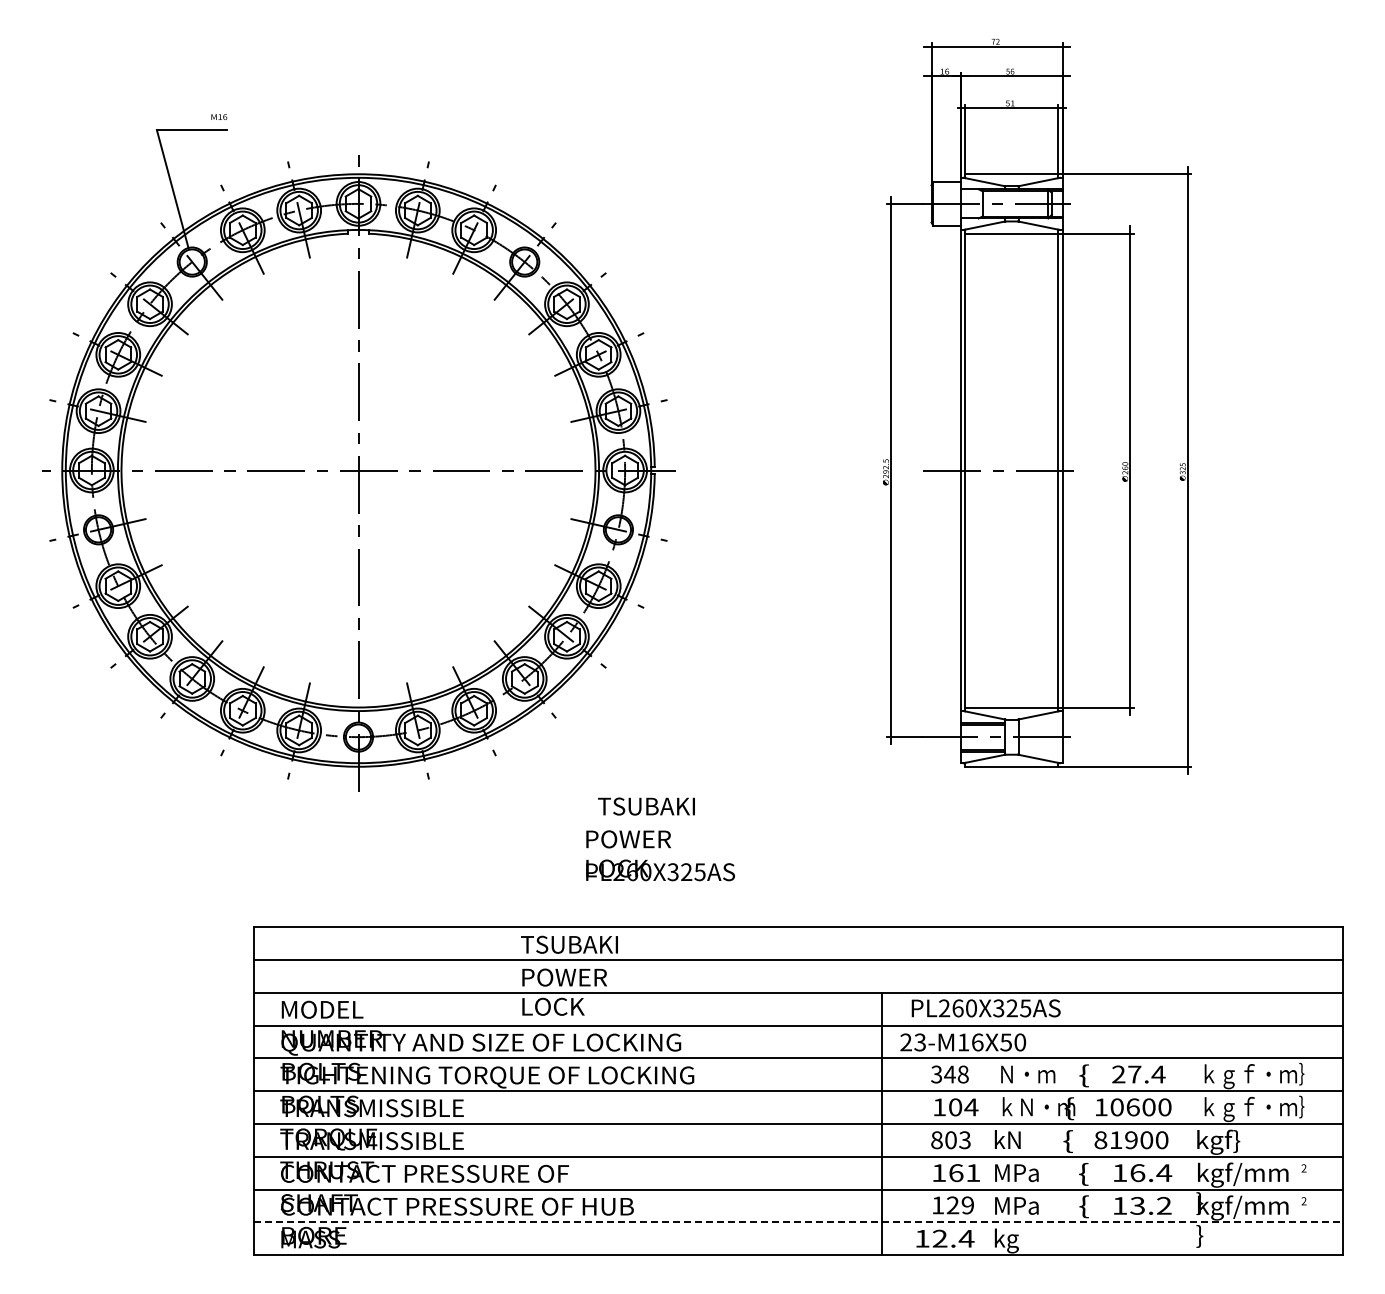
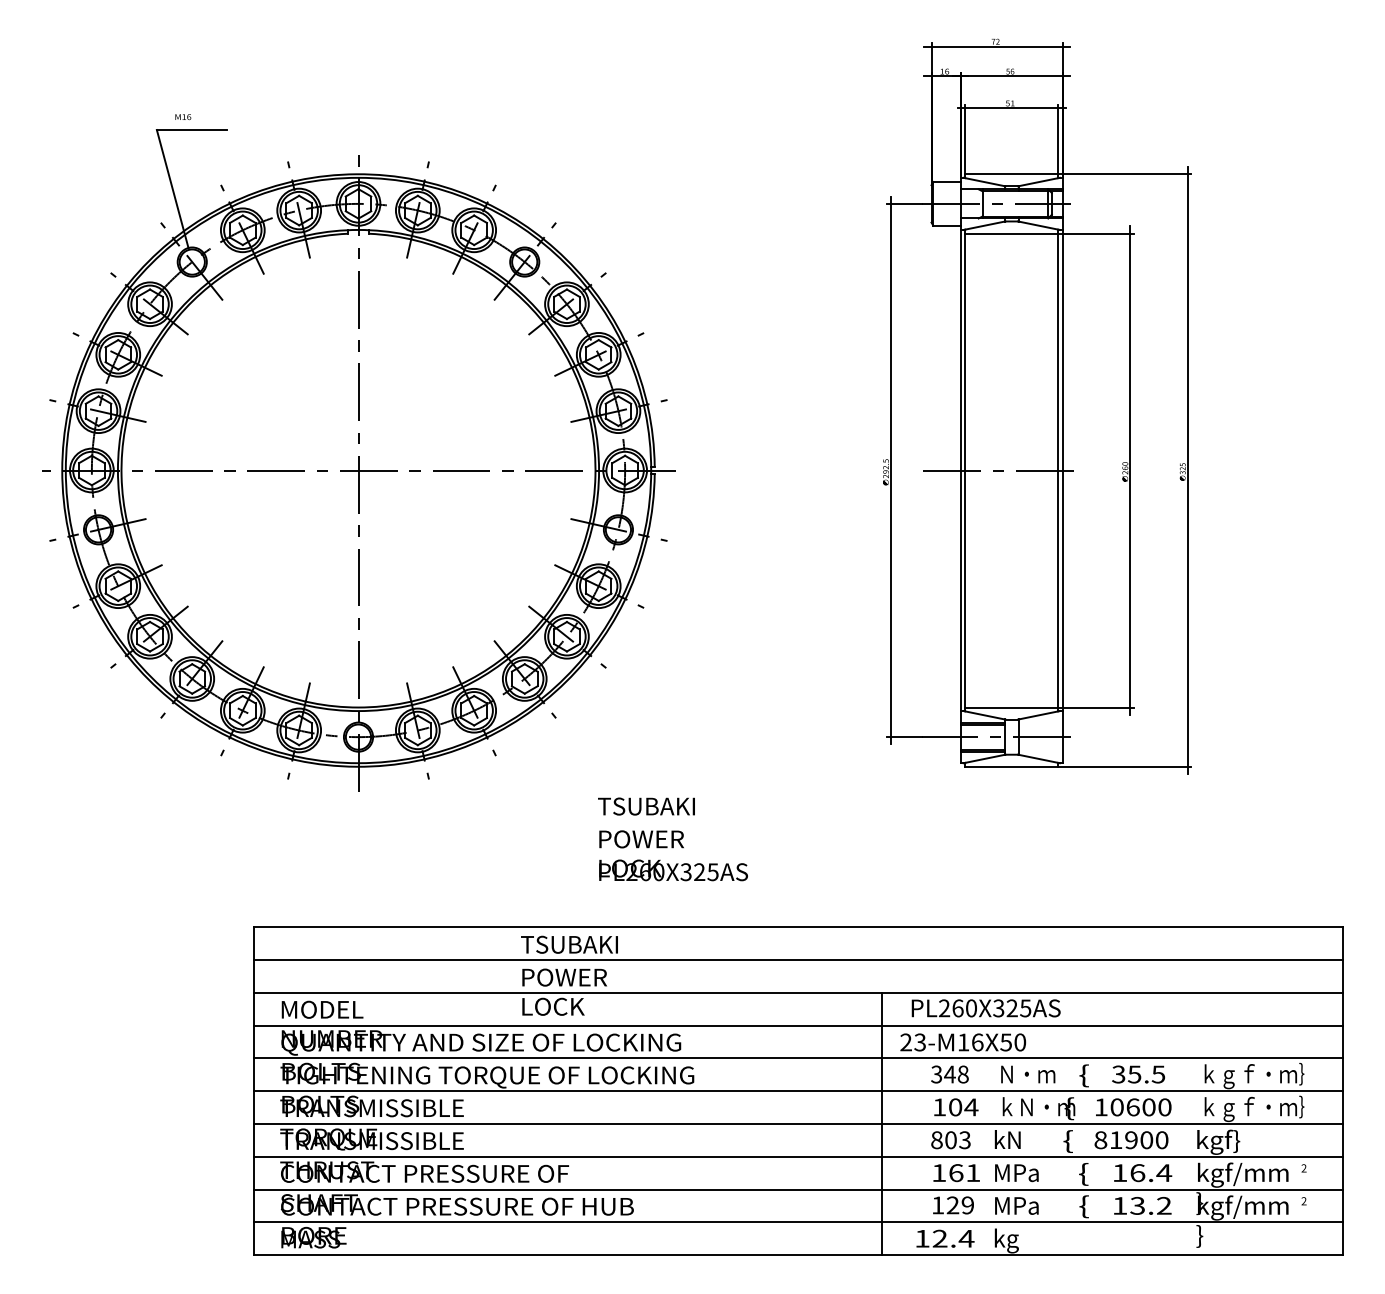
text at (219, 117) position: (219, 117) -> (183, 117)
text at (660, 855) position: (660, 855) -> (673, 855)
text at (1138, 1074): 27.4 -> 35.5
line at (799, 1222): dashed -> solid
